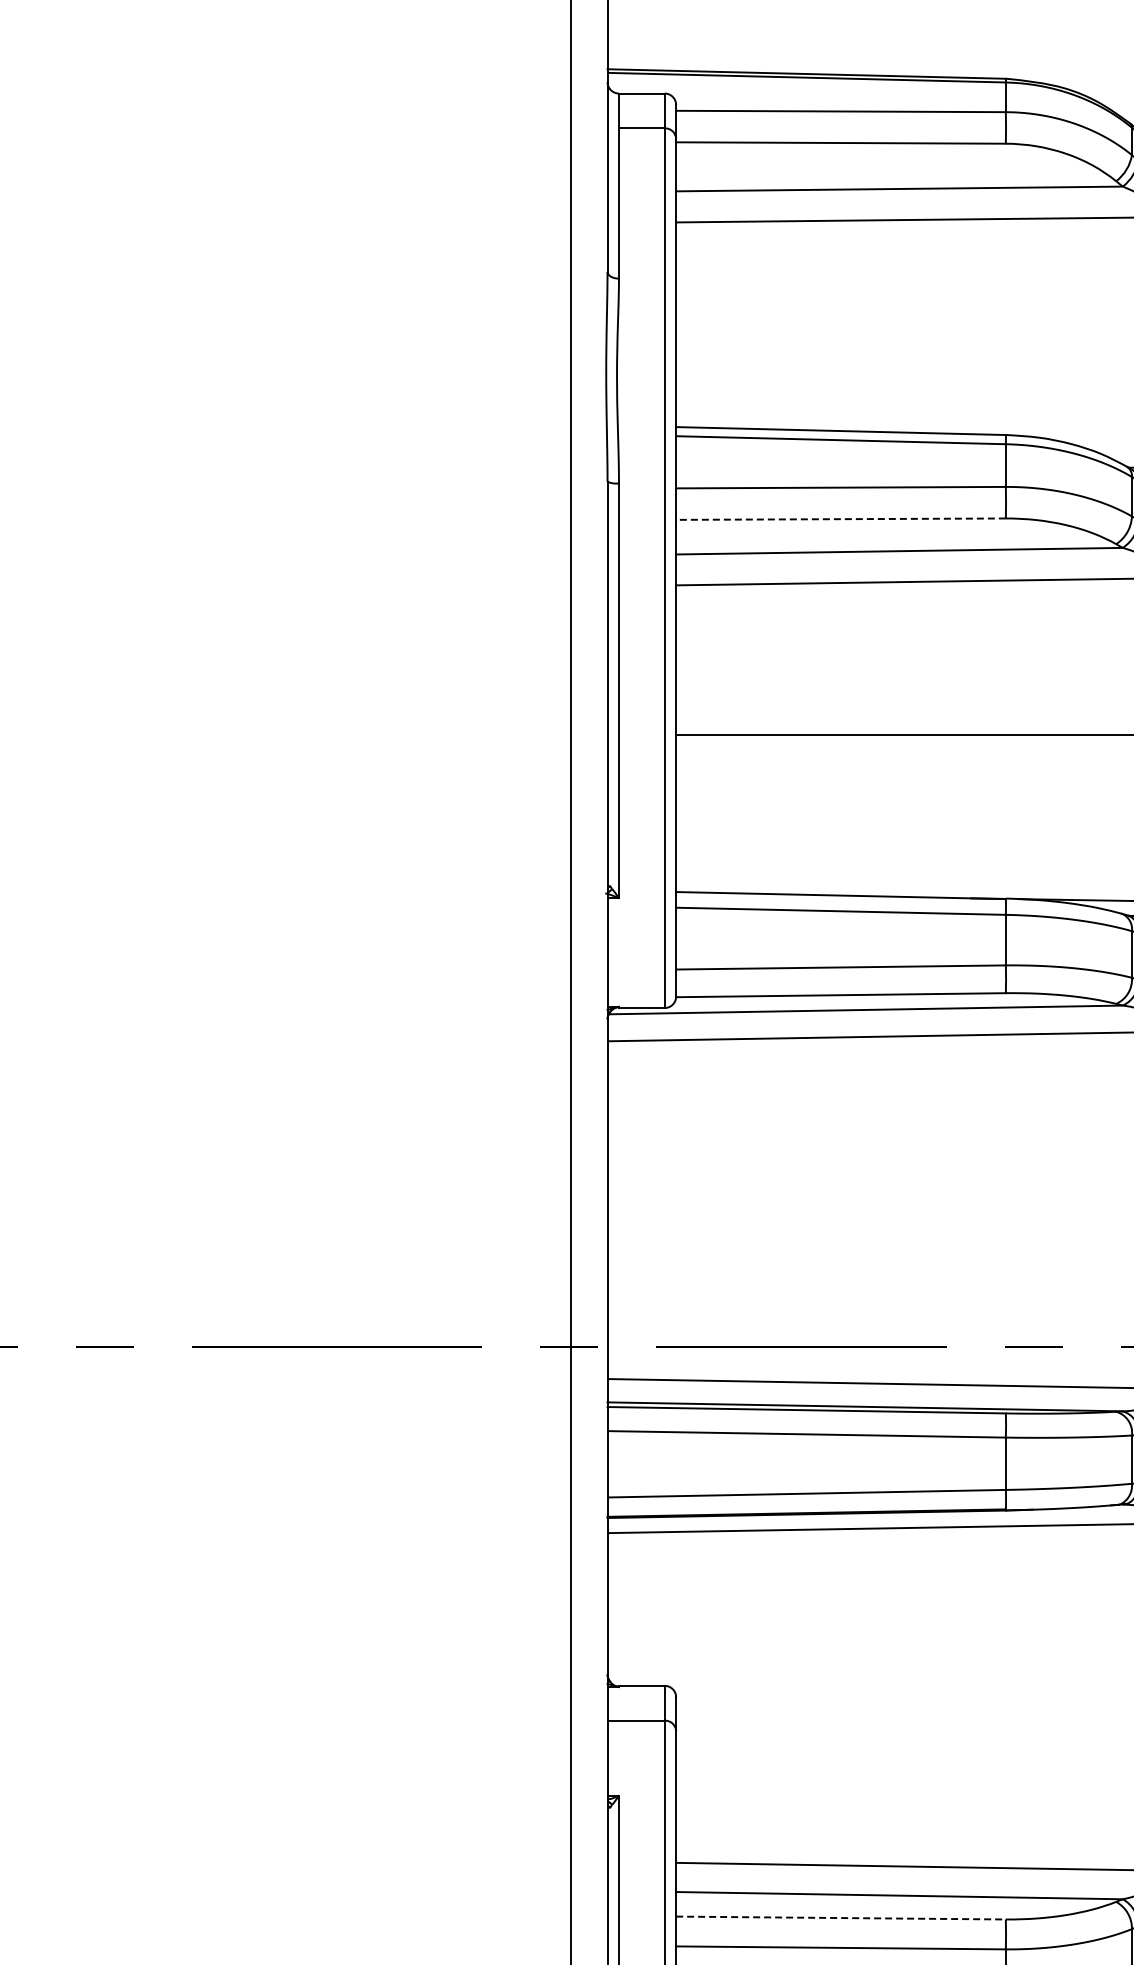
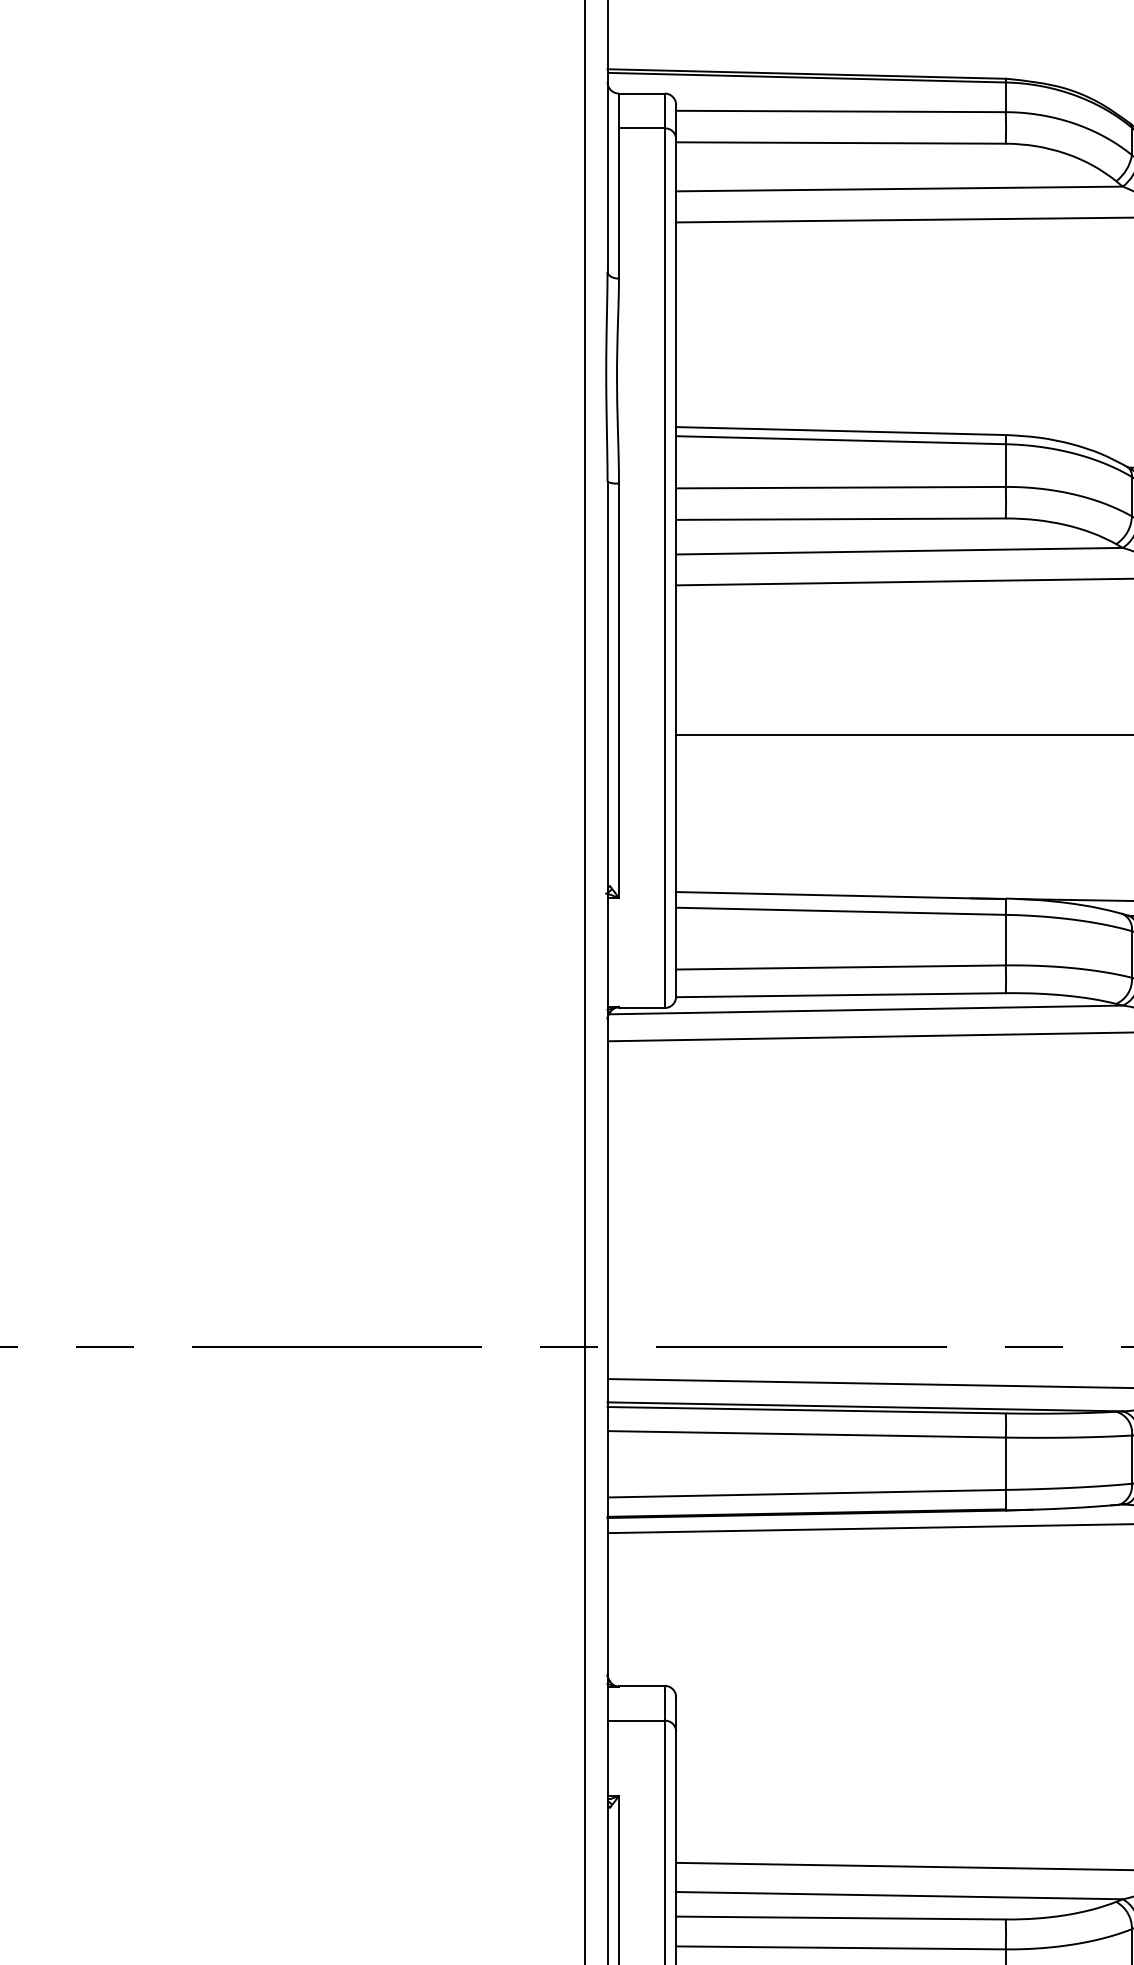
line at (840, 519): dashed -> solid
line at (570, 981) position: (570, 981) -> (584, 981)
line at (840, 1918): dashed -> solid
